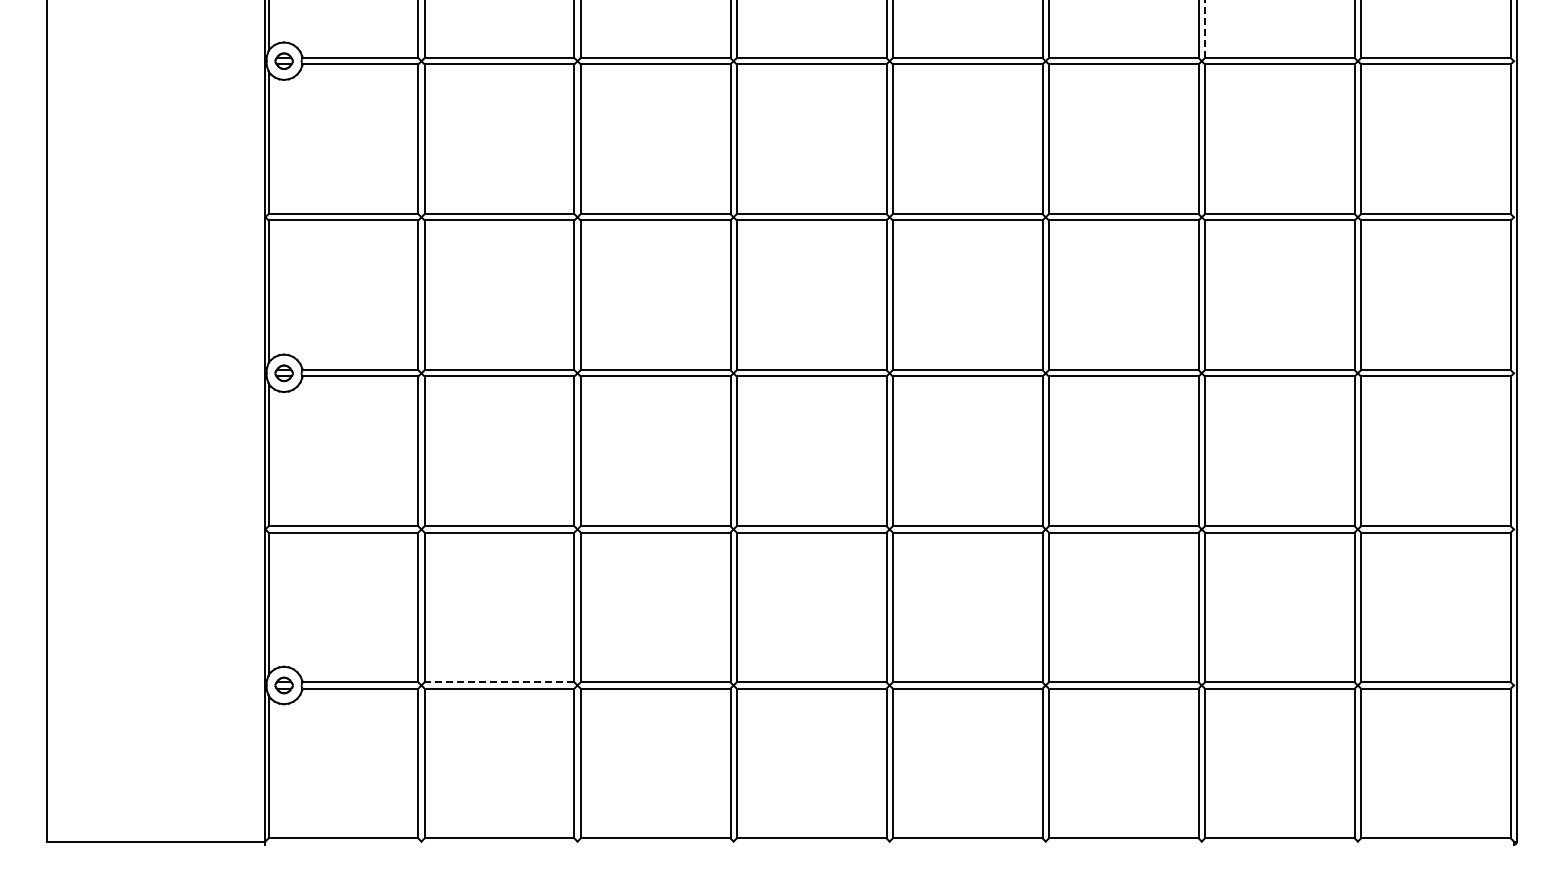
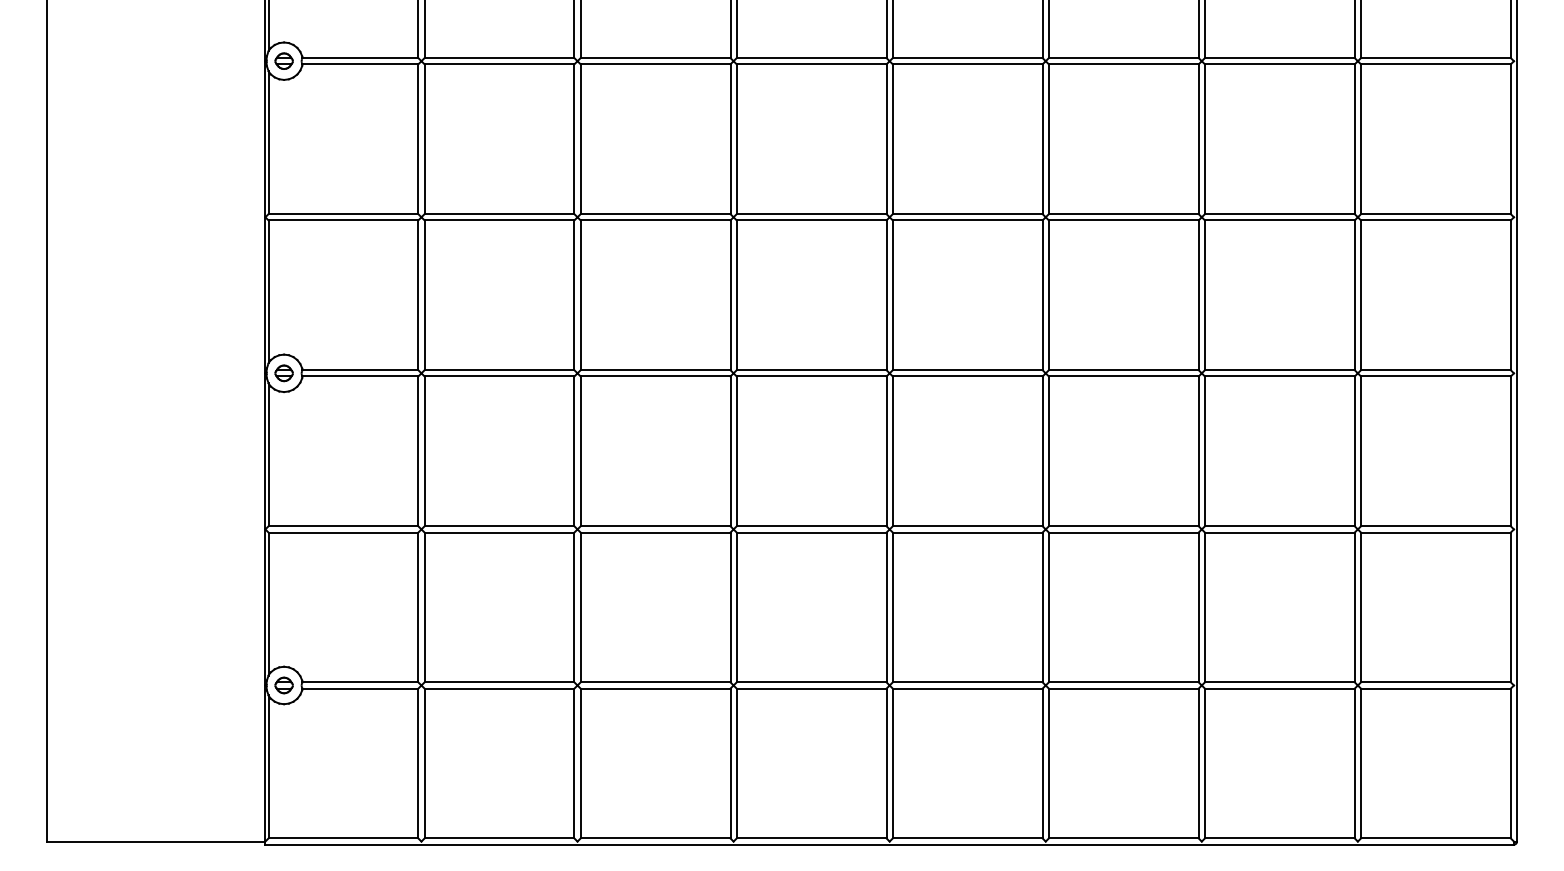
line at (1204, 29): dashed -> solid
line at (499, 682): dashed -> solid
line at (889, 844): none -> present
